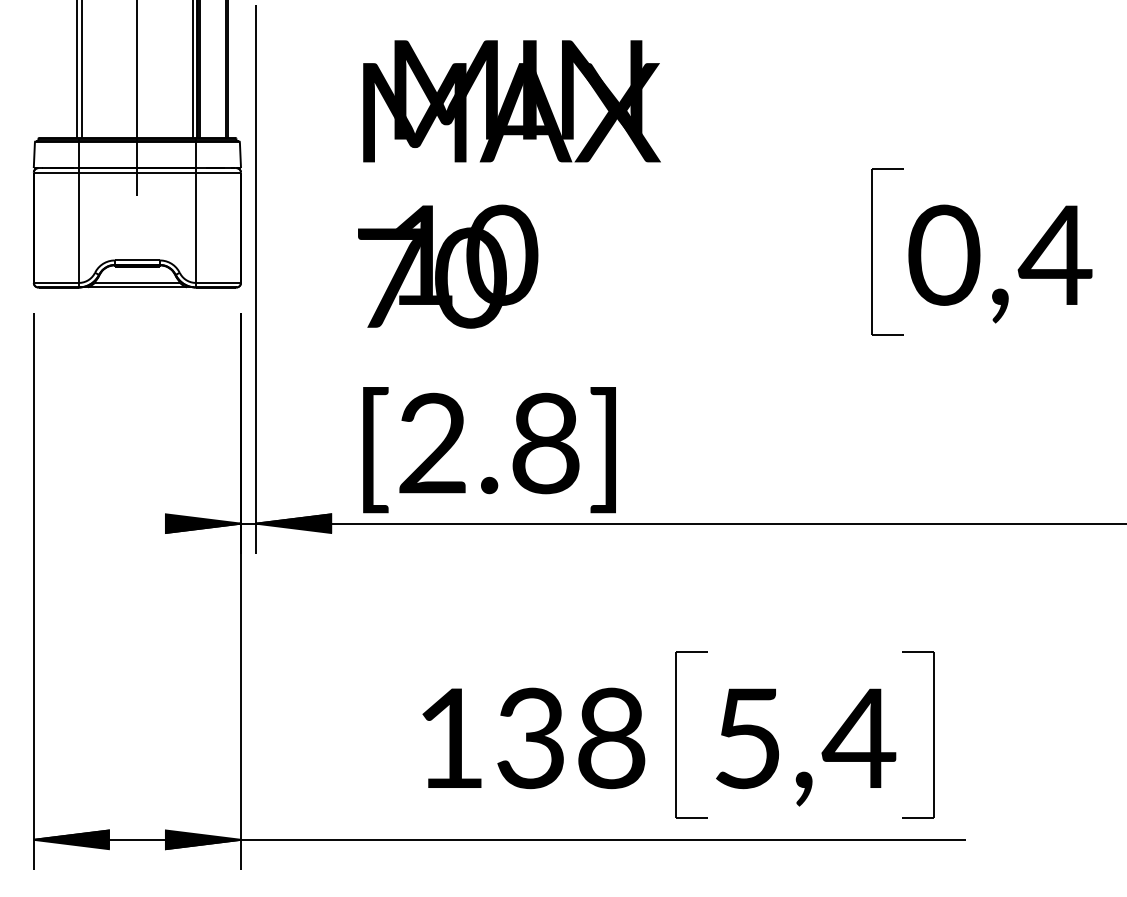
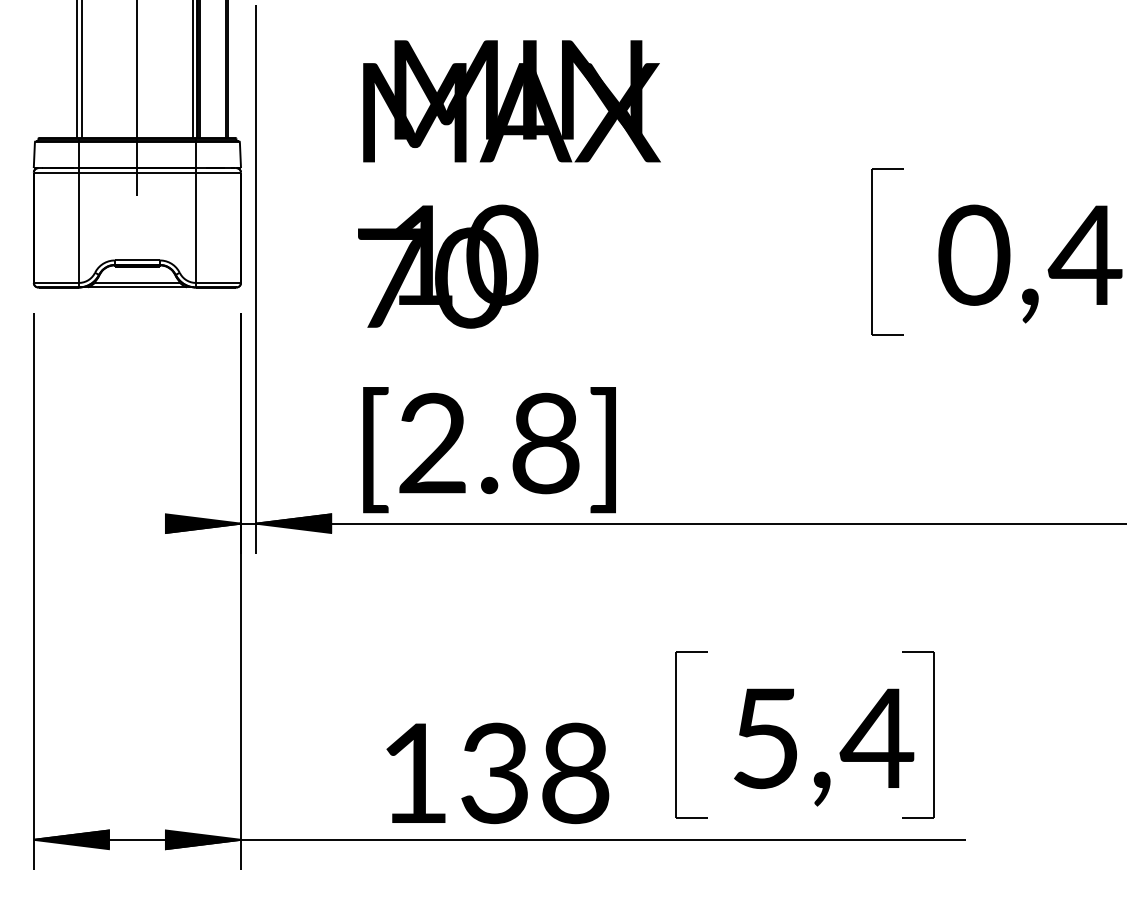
text at (1000, 263) position: (1000, 263) -> (1030, 263)
text at (533, 738) position: (533, 738) -> (497, 773)
text at (806, 747) position: (806, 747) -> (824, 747)
